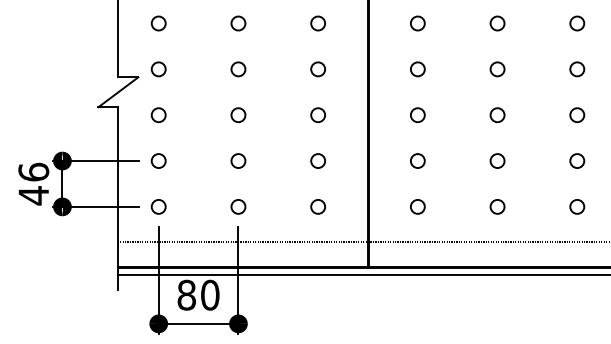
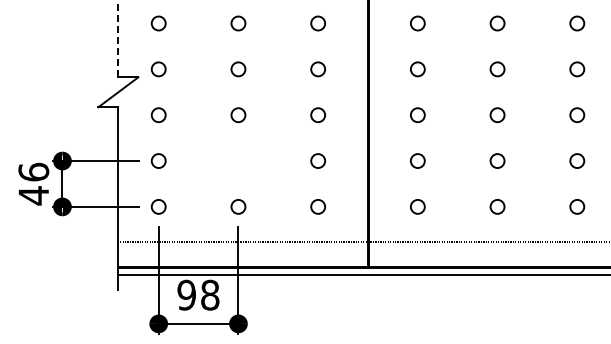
line at (118, 38): solid -> dashed
circle at (238, 160): present -> none
text at (198, 294): 80 -> 98
